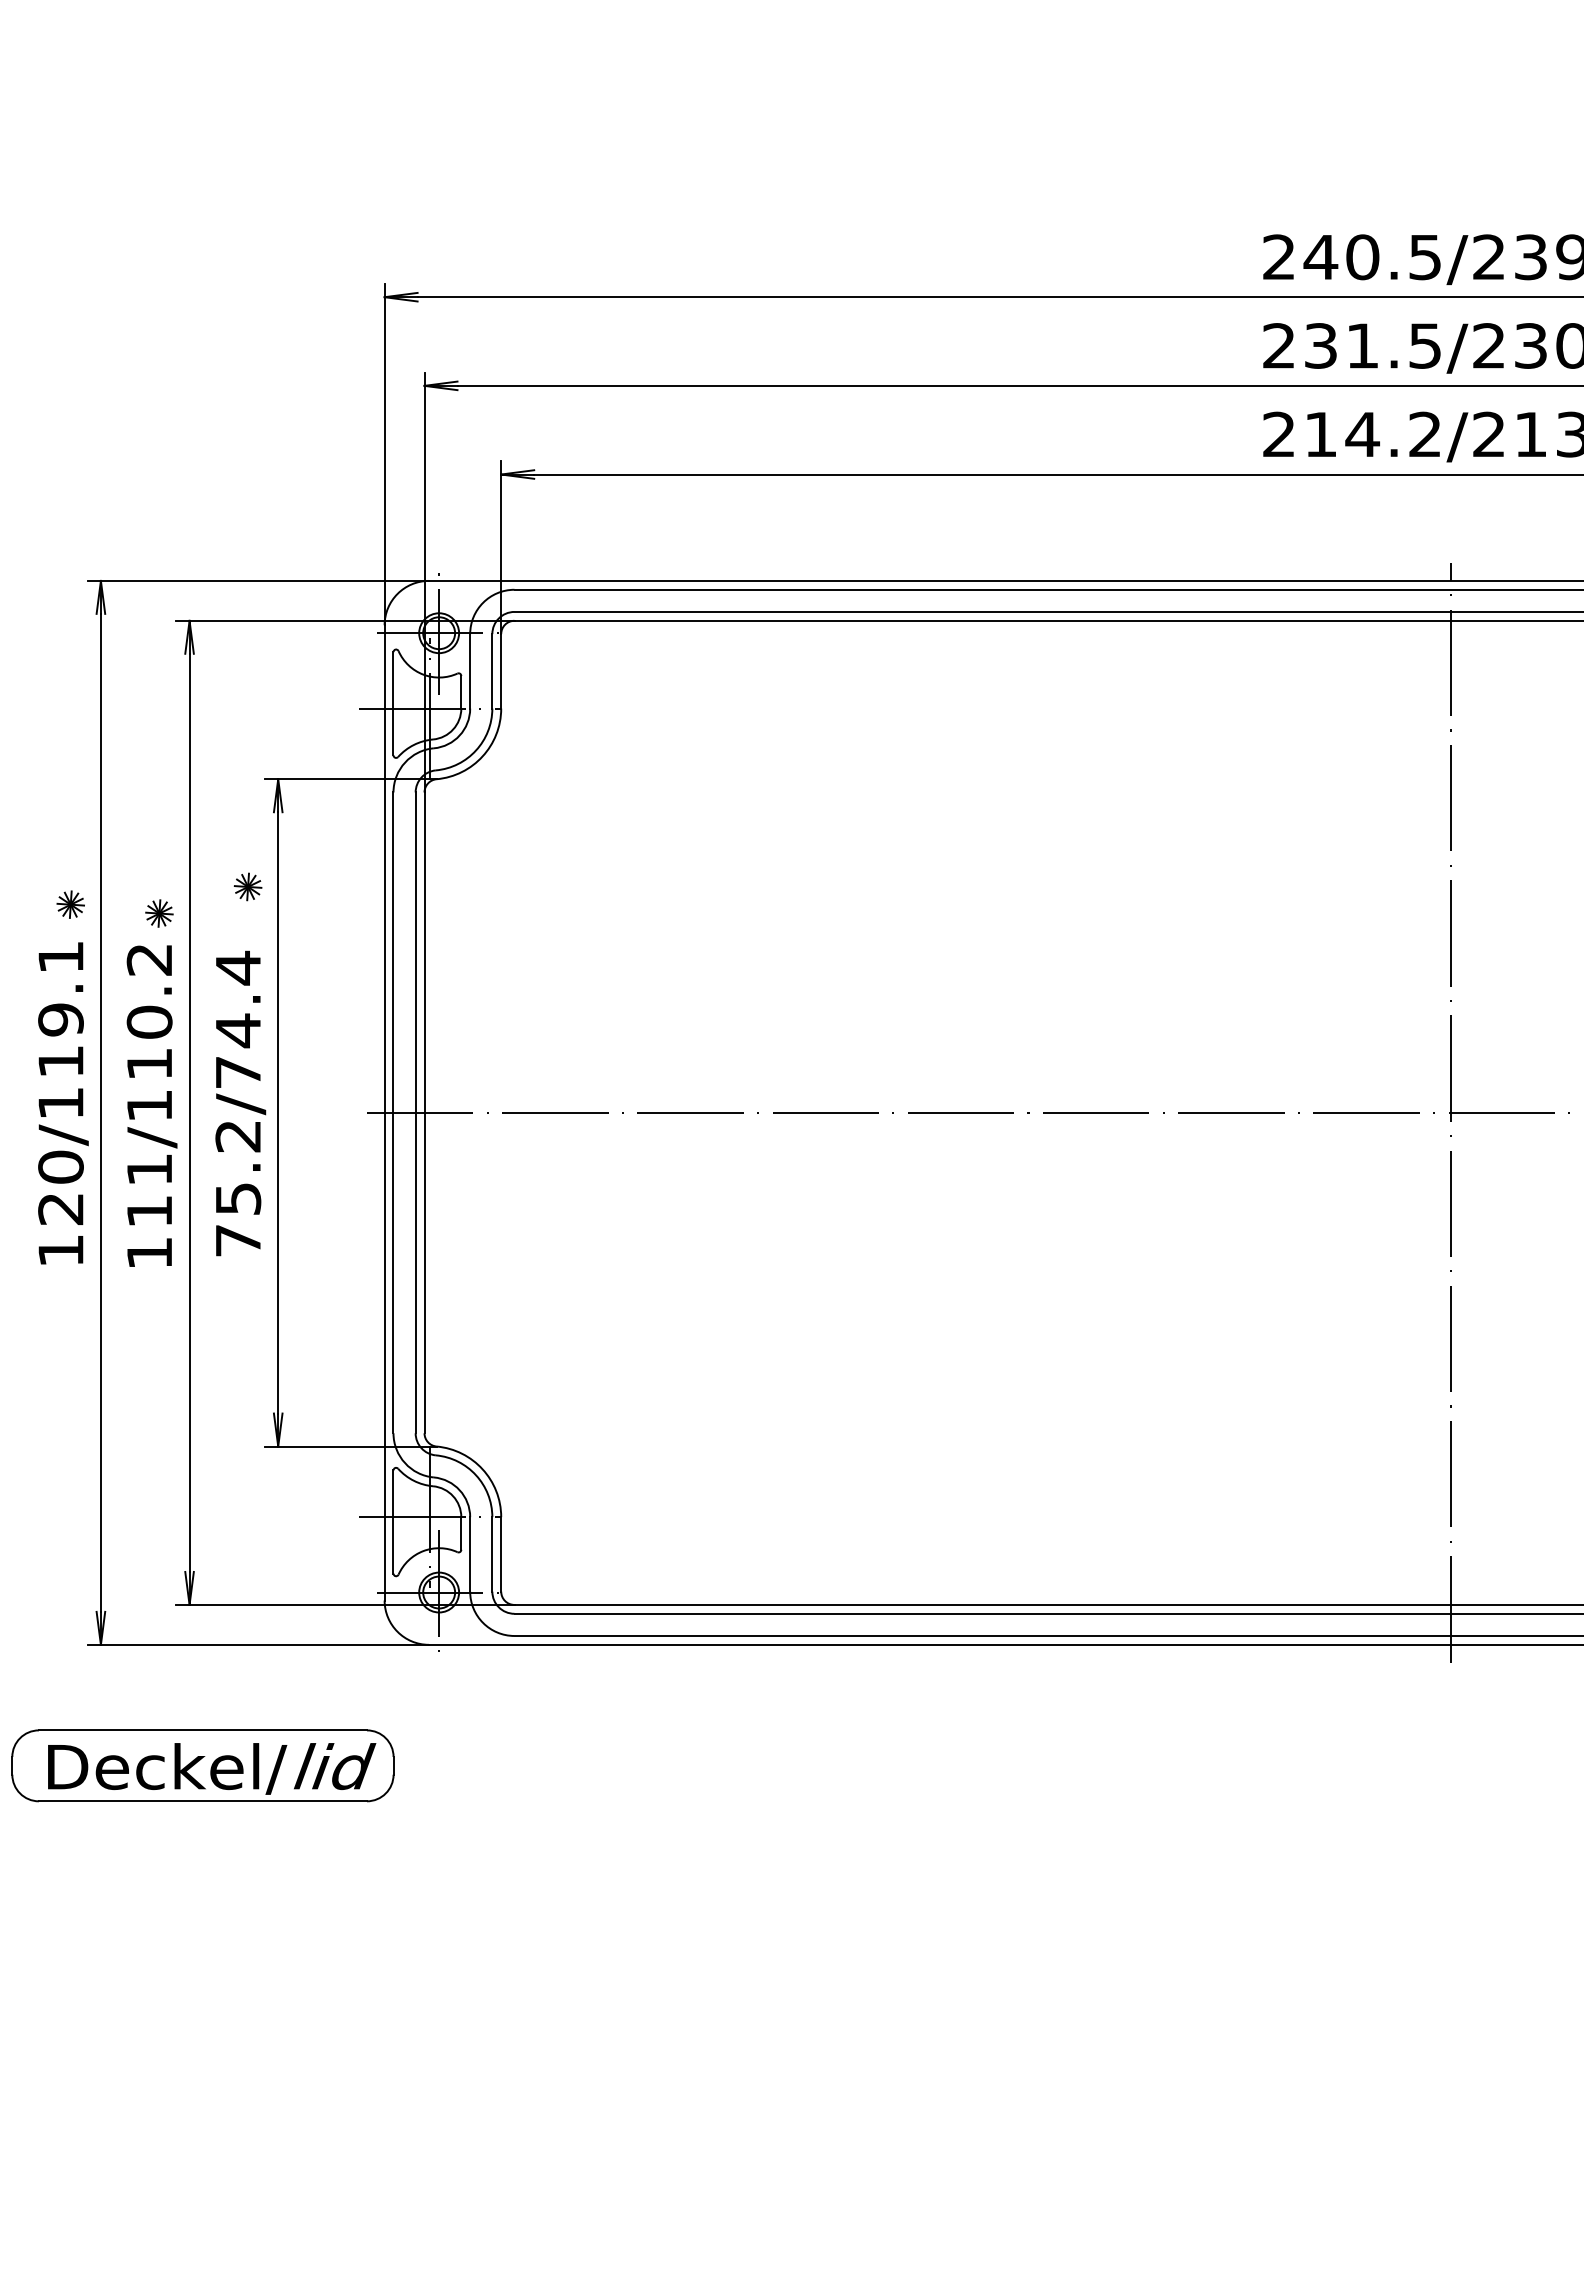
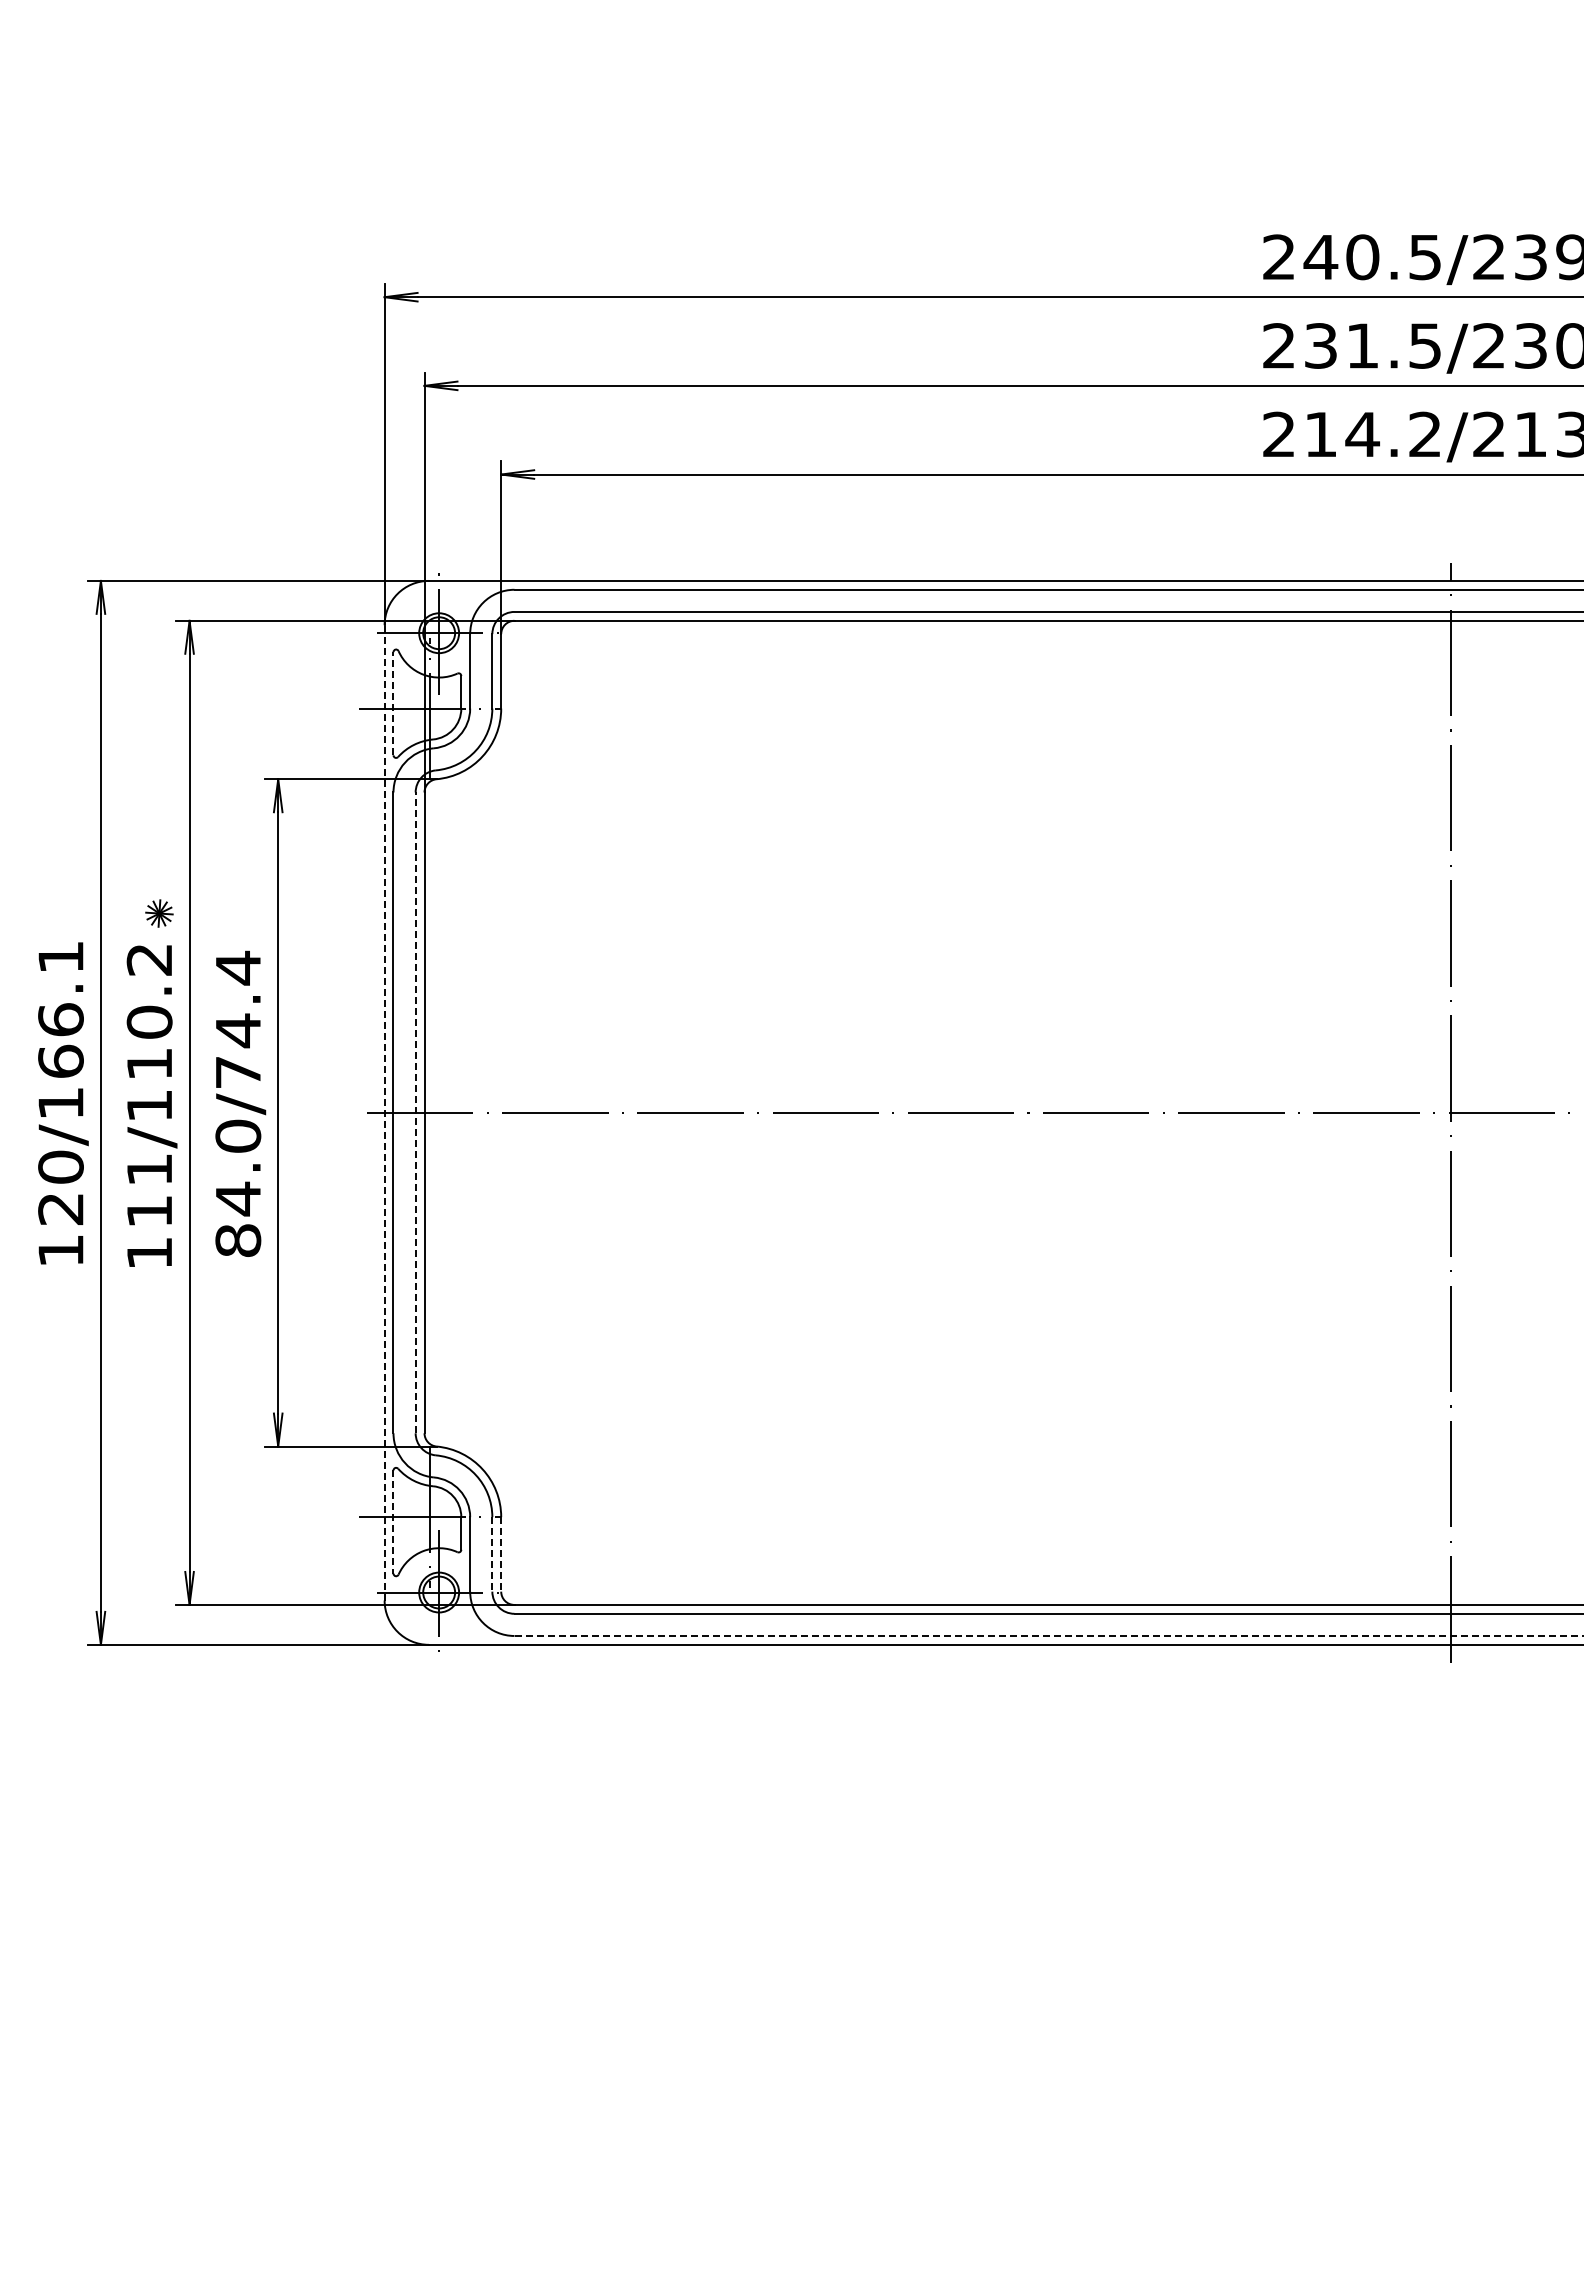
line at (393, 703): solid -> dashed
part at (247, 886): present -> none
part at (70, 904): present -> none
text at (60, 1040): 120/119.1 -> 120/166.1
line at (384, 1112): solid -> dashed
line at (415, 1112): solid -> dashed
text at (238, 1187): 75.2/74.4 -> 84.0/74.4
line at (393, 1522): solid -> dashed
line at (492, 1554): solid -> dashed
line at (501, 1554): solid -> dashed
line at (1049, 1635): solid -> dashed
part at (202, 1765): present -> none
